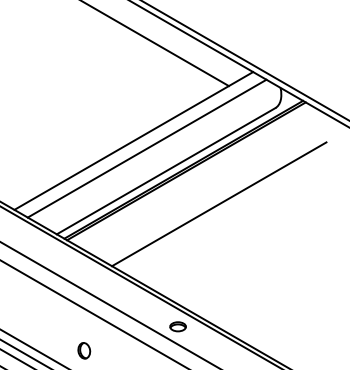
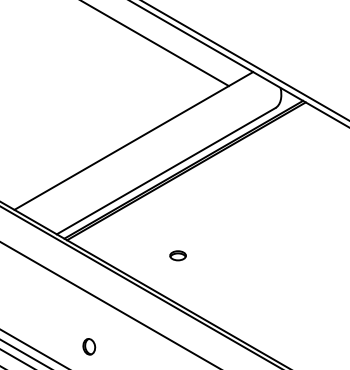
line at (146, 148): present -> none
line at (219, 204): present -> none
line at (93, 313): present -> none
part at (177, 326) position: (177, 326) -> (177, 255)
part at (84, 350) position: (84, 350) -> (89, 346)
